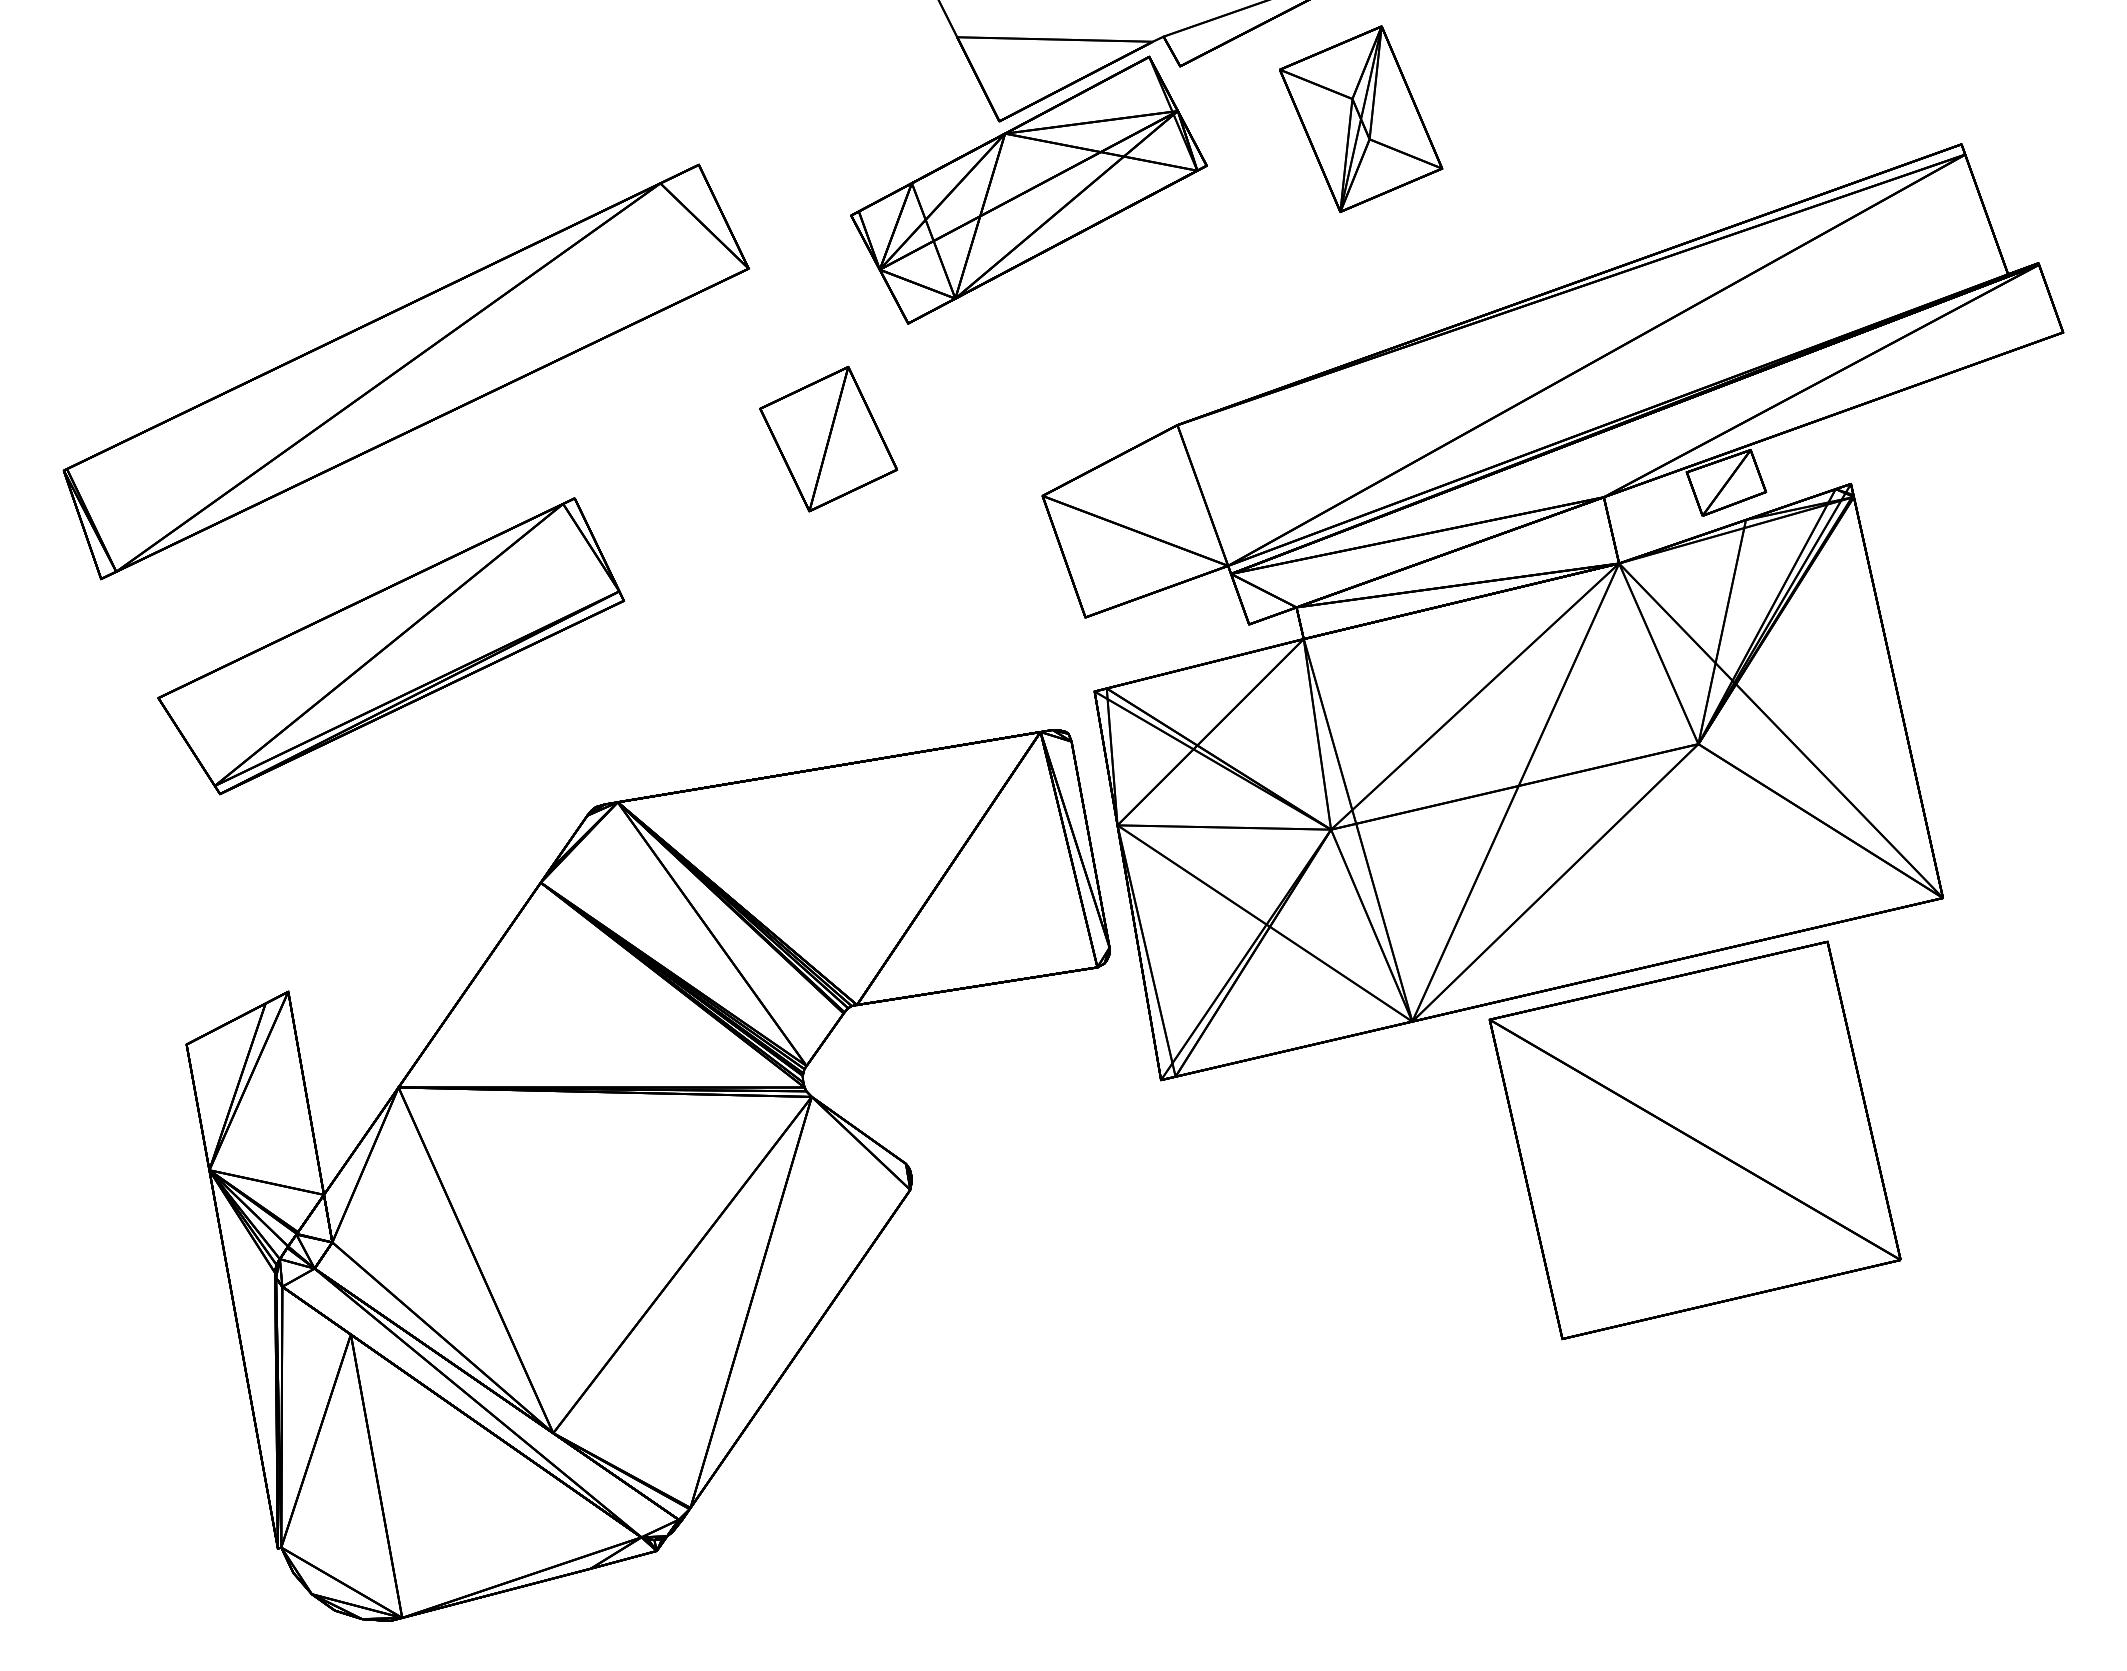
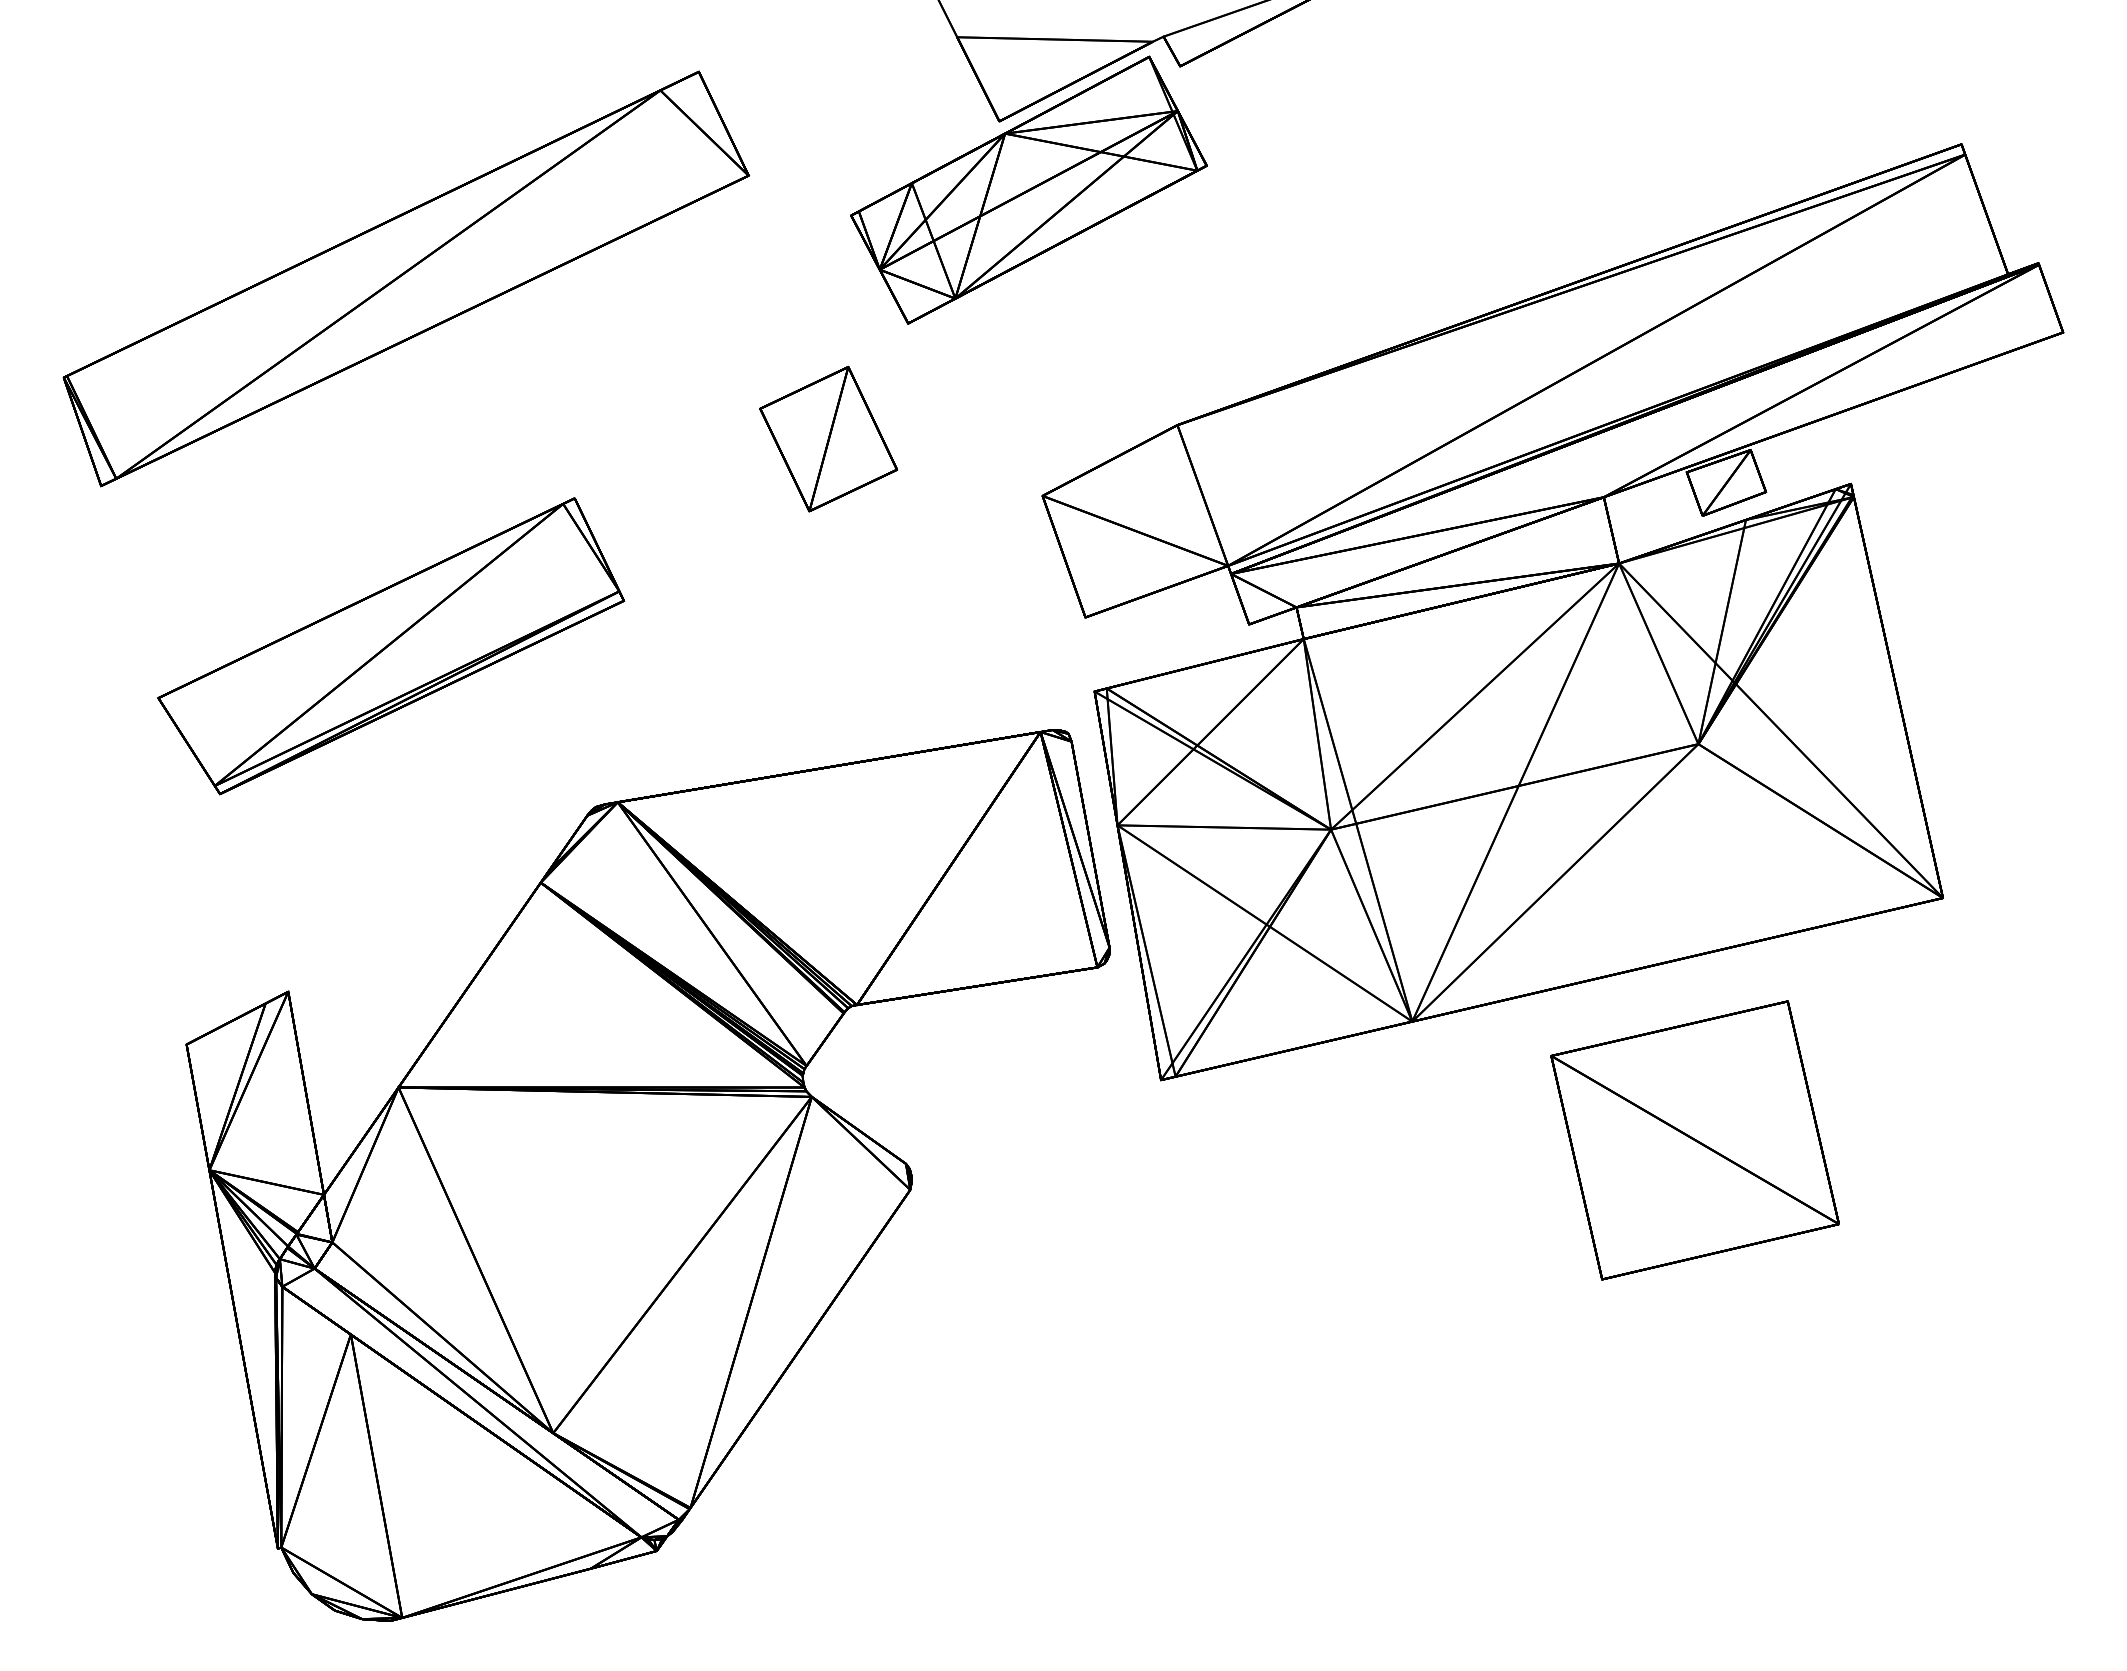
part at (1361, 118): present -> none
part at (406, 371) position: (406, 371) -> (406, 278)
part at (1694, 1140) size: 414x401 px -> 290x281 px
